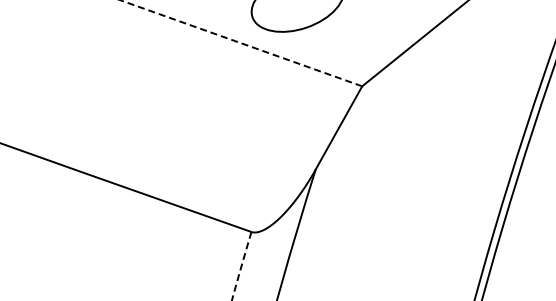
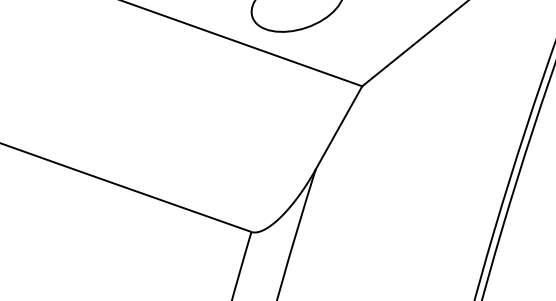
line at (240, 43): dashed -> solid
arc at (241, 267): dashed -> solid
